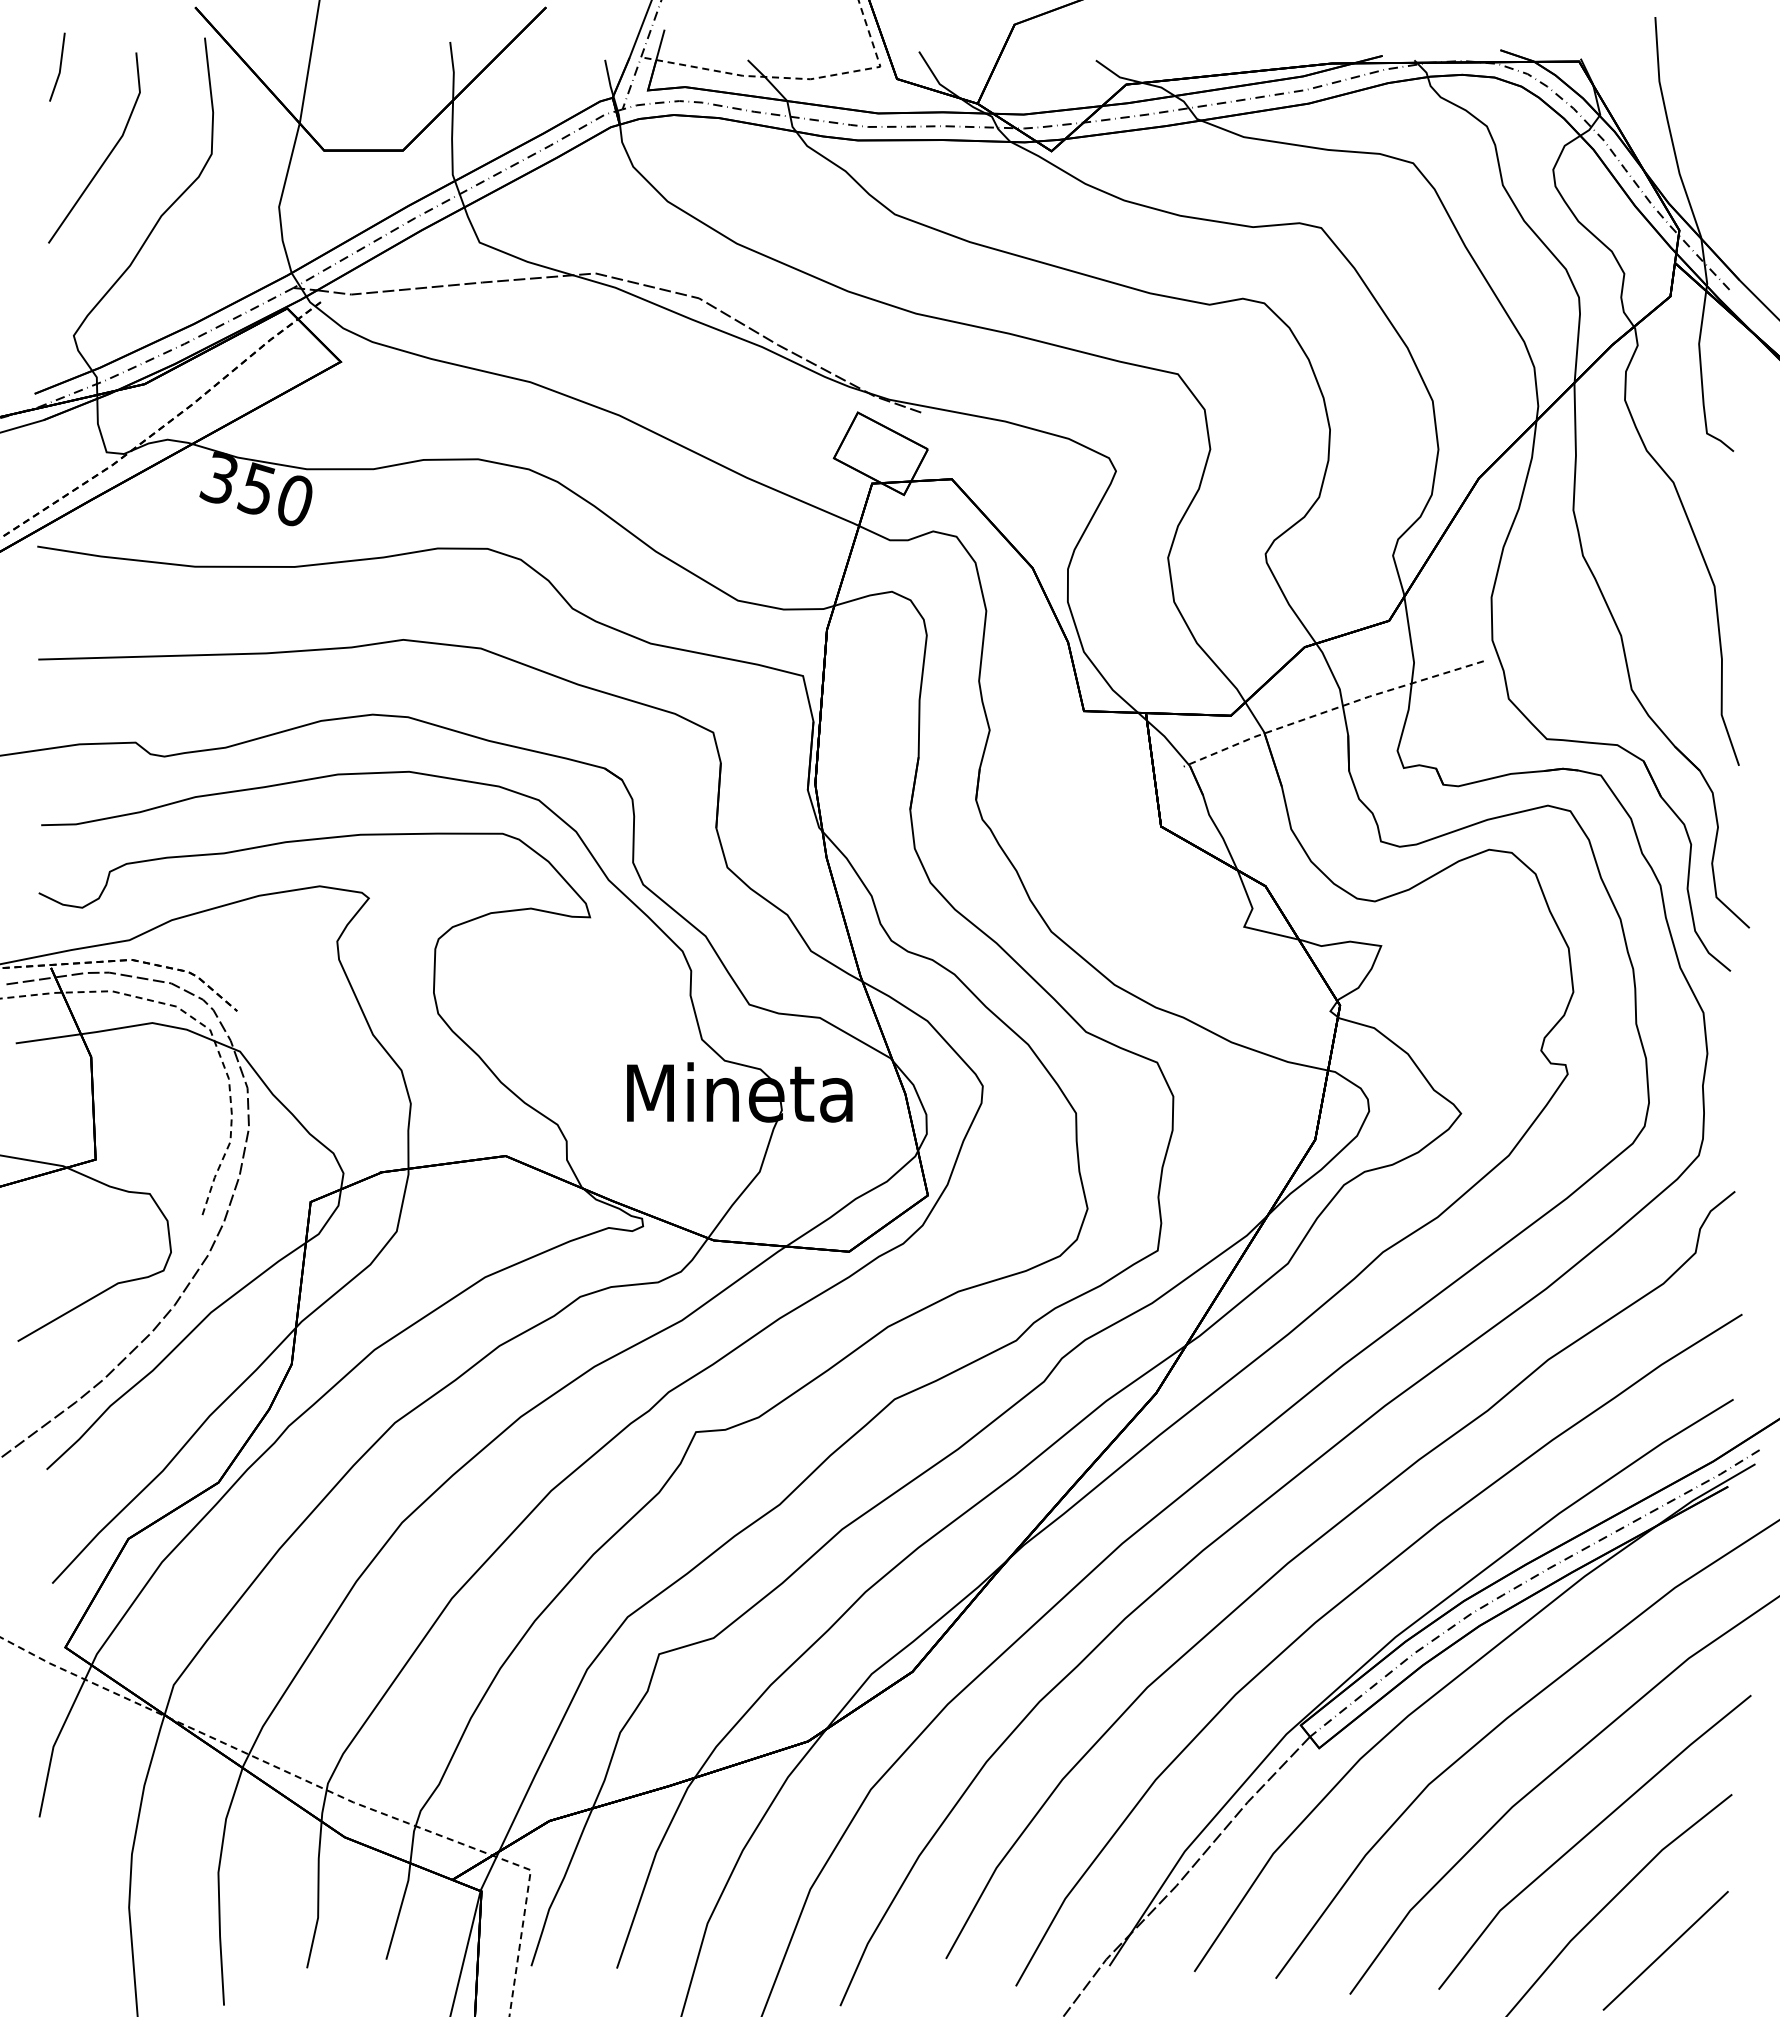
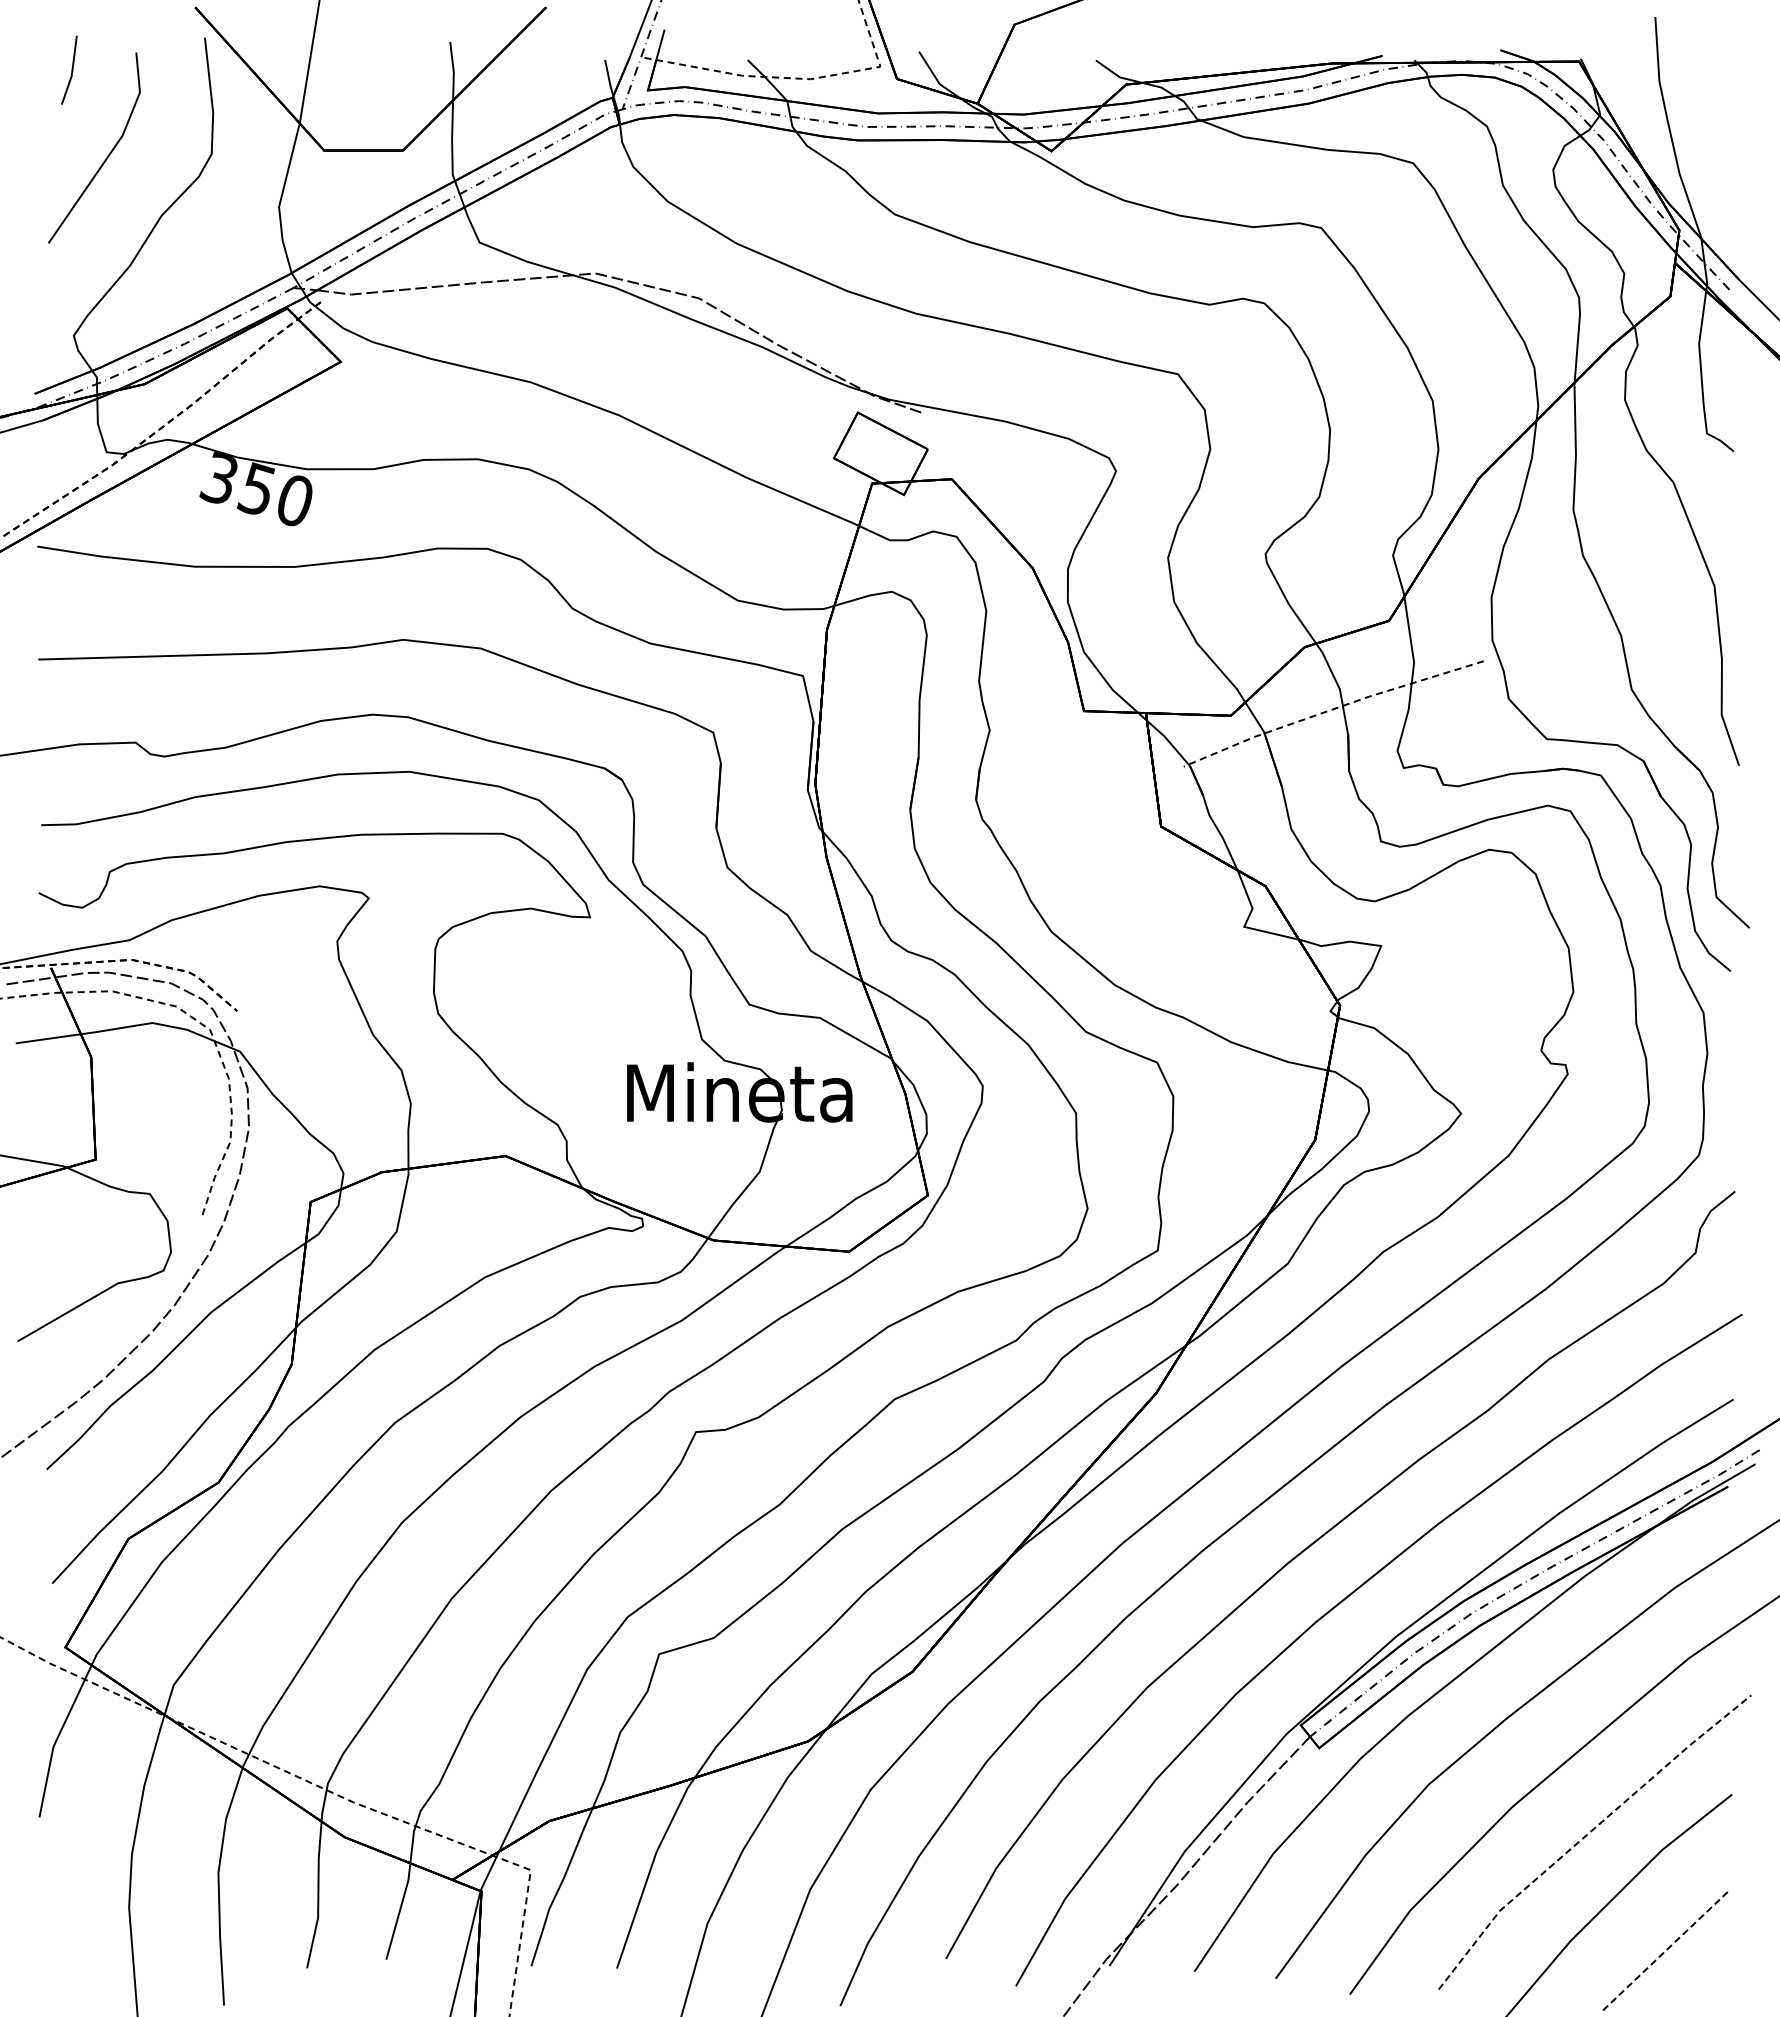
line at (59, 66) position: (59, 66) -> (71, 69)
line at (1587, 1834): solid -> dashed
line at (1665, 1950): solid -> dashed
